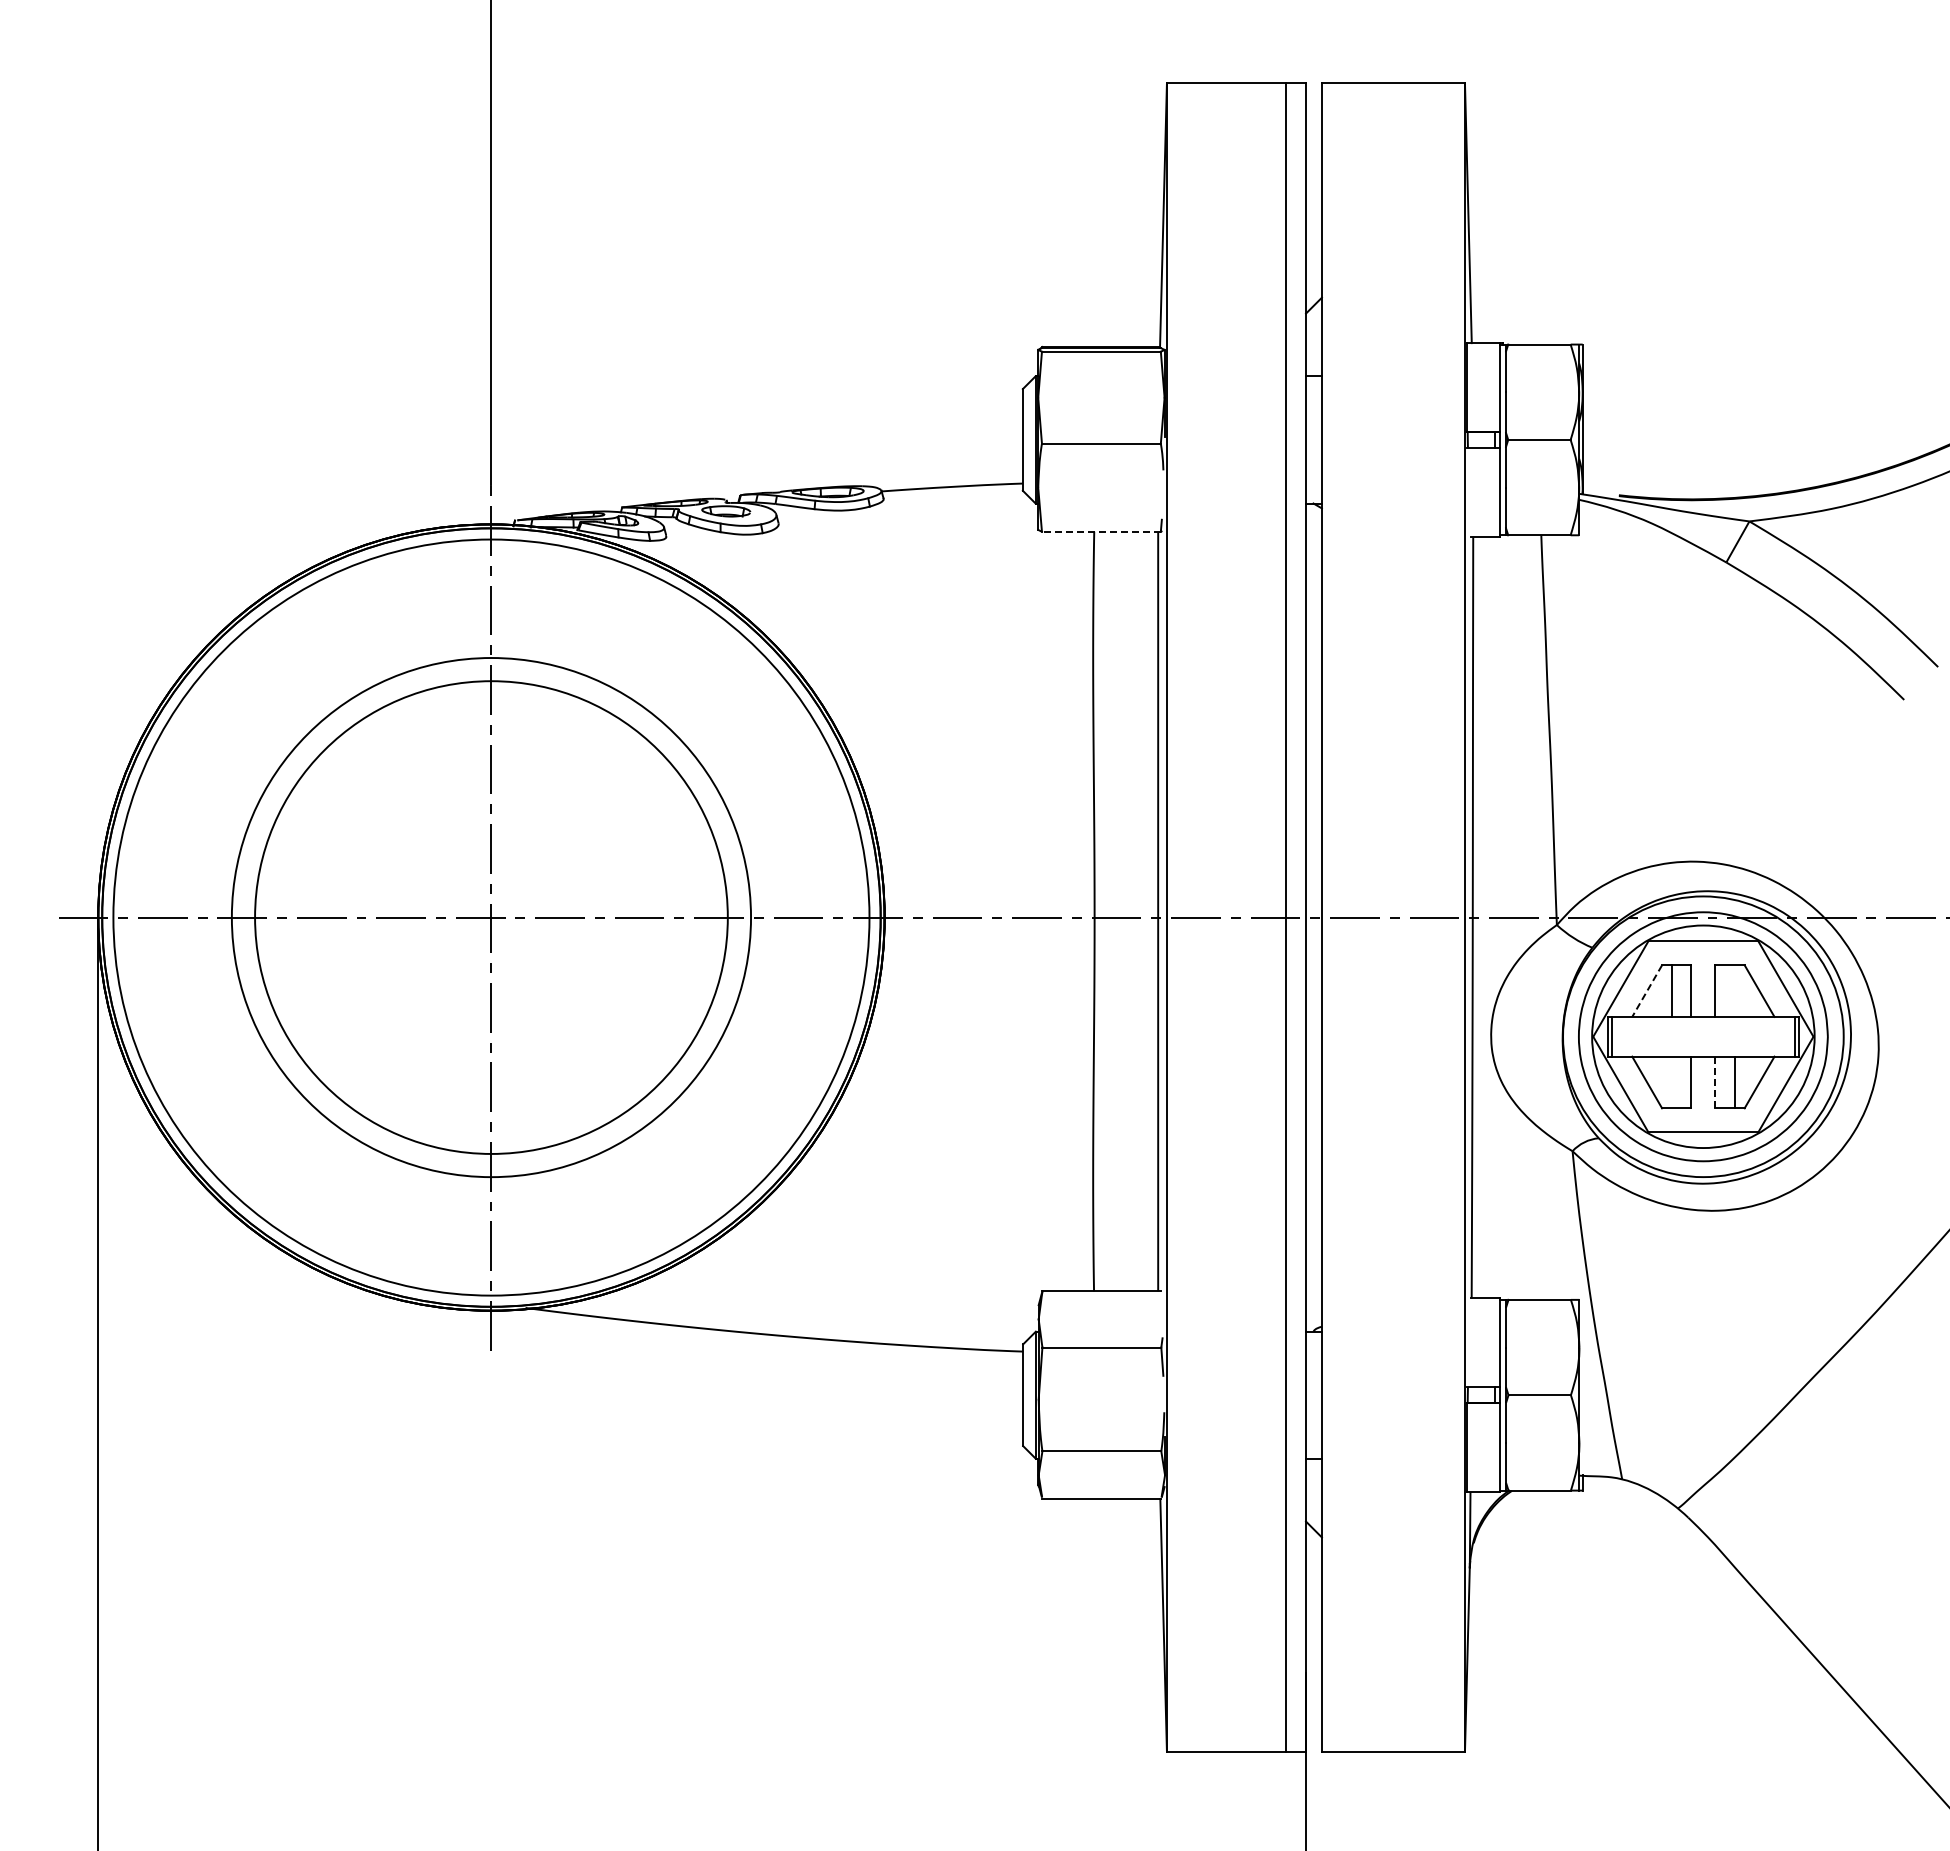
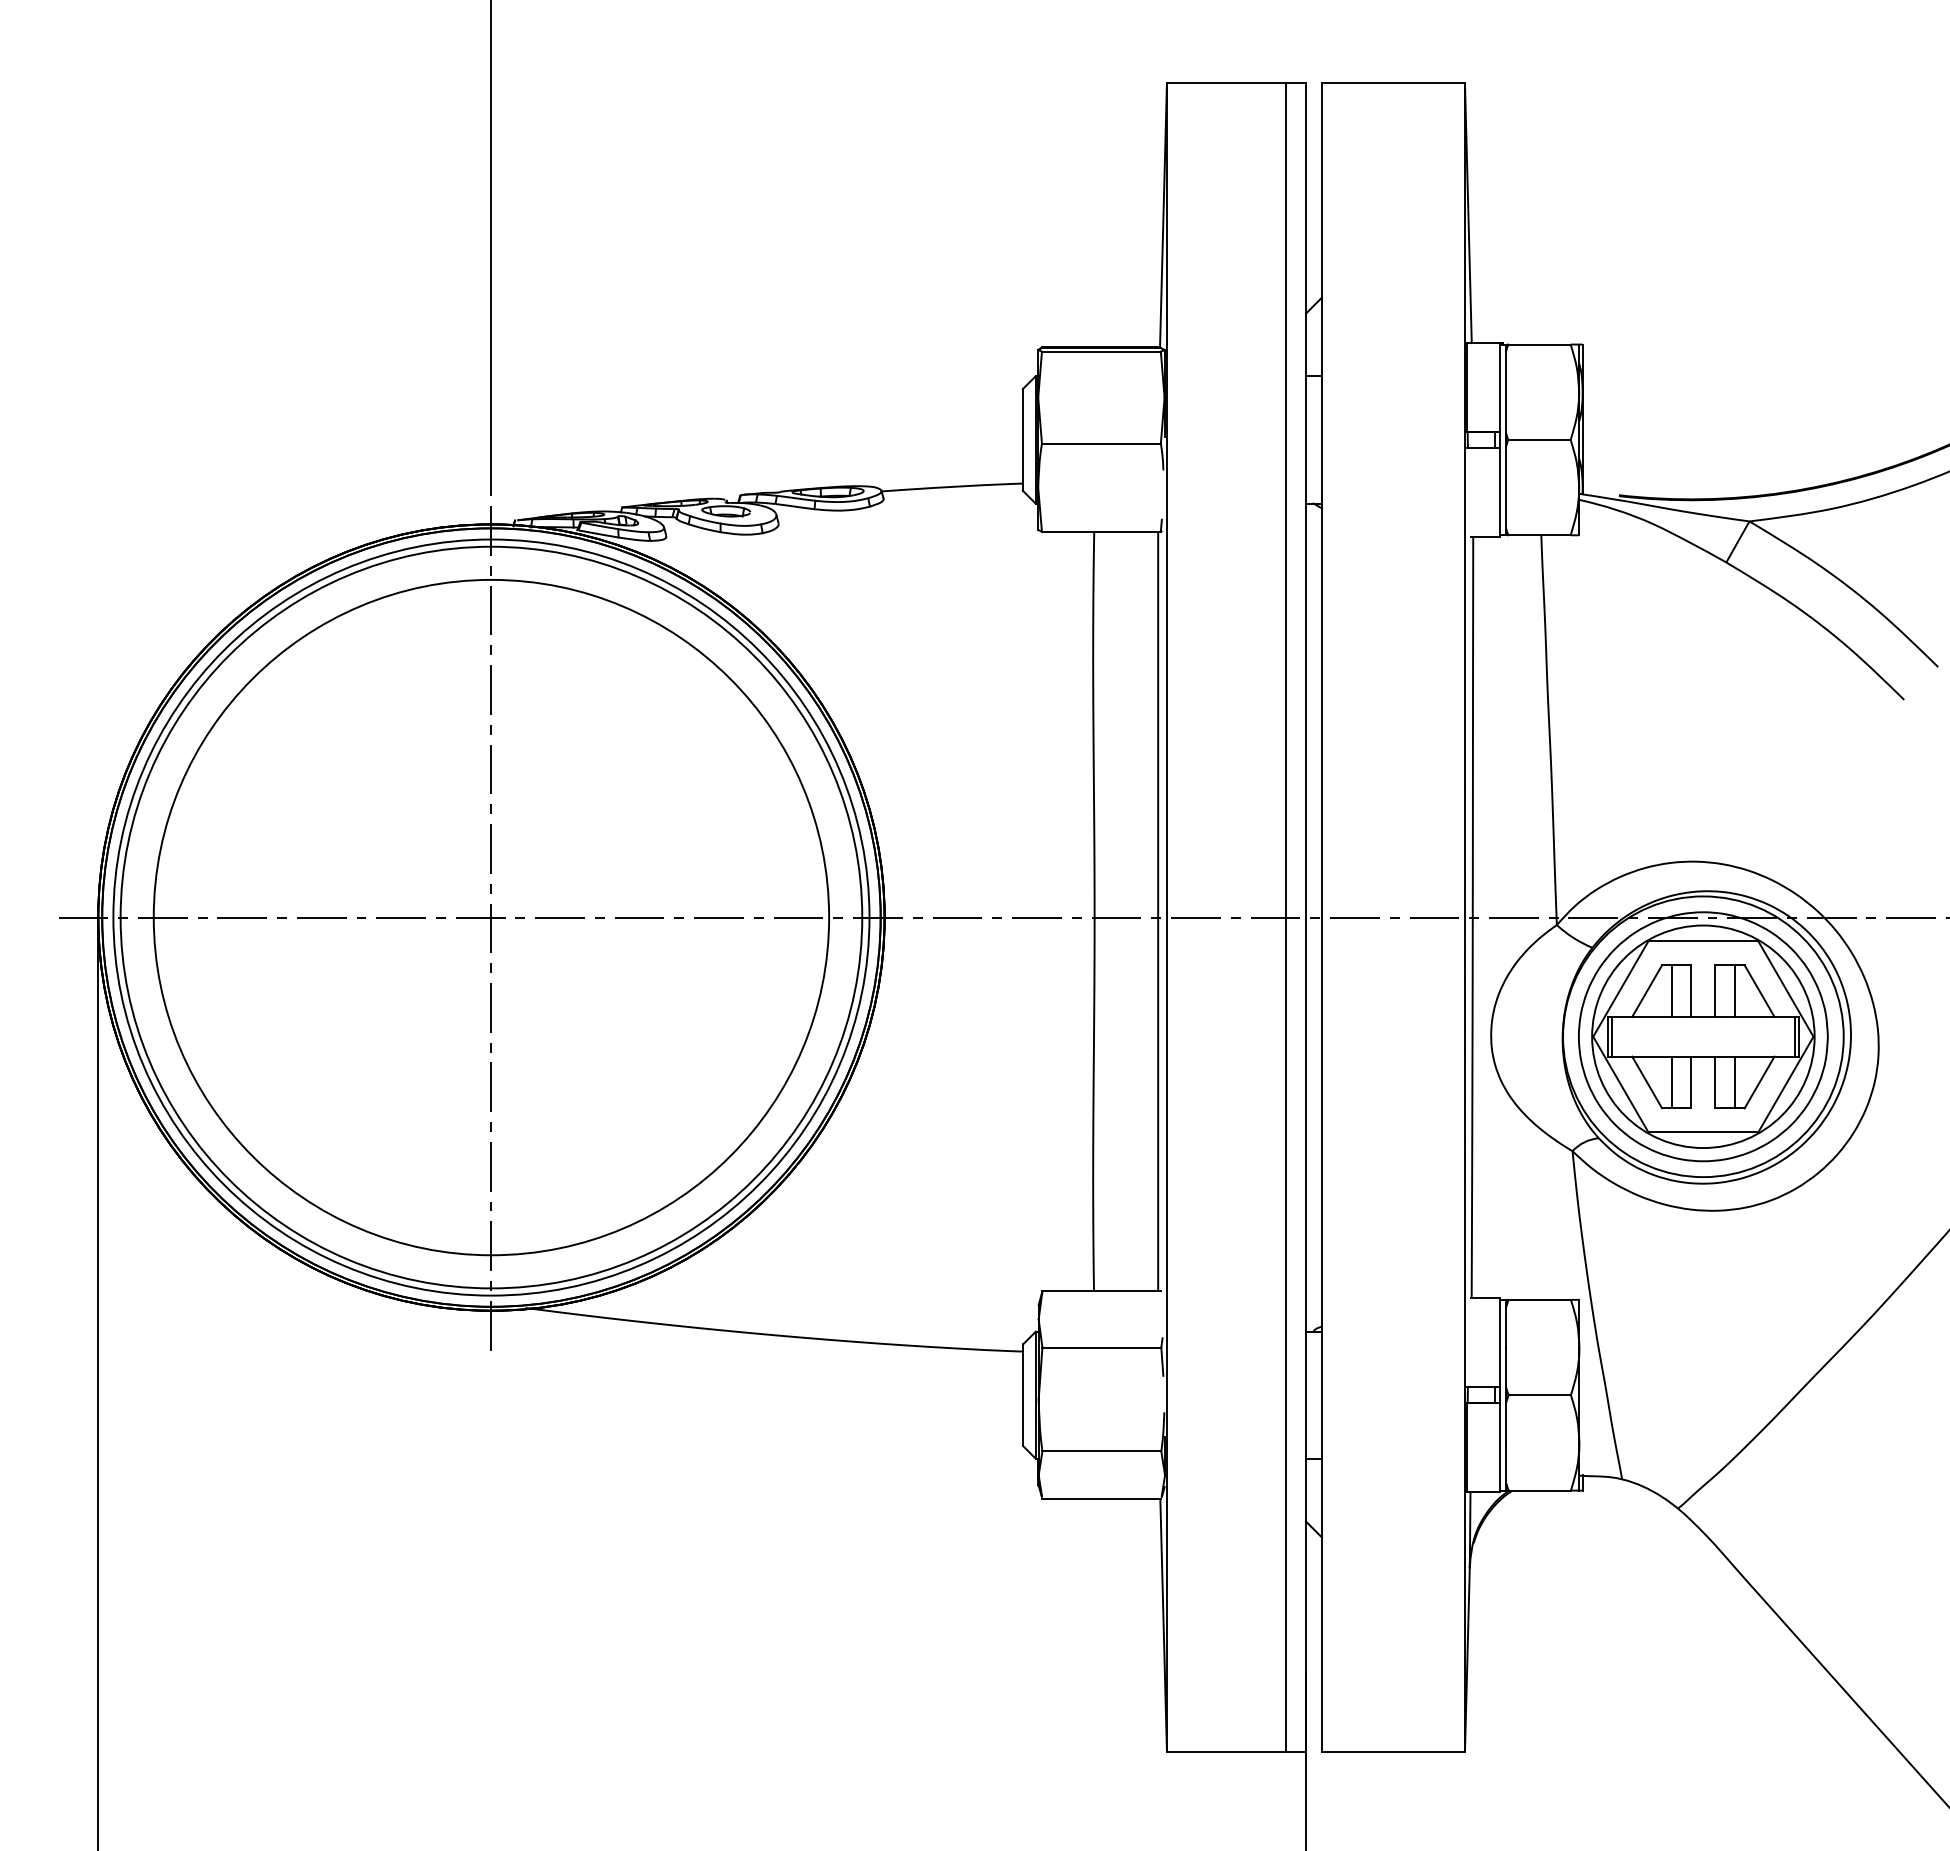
line at (1100, 531): dashed -> solid
circle at (491, 917) diameter: 473 px -> 675 px
circle at (491, 917) diameter: 519 px -> 742 px
line at (1735, 990): none -> present
line at (1647, 991): dashed -> solid
line at (1671, 1082): none -> present
line at (1715, 1082): dashed -> solid
